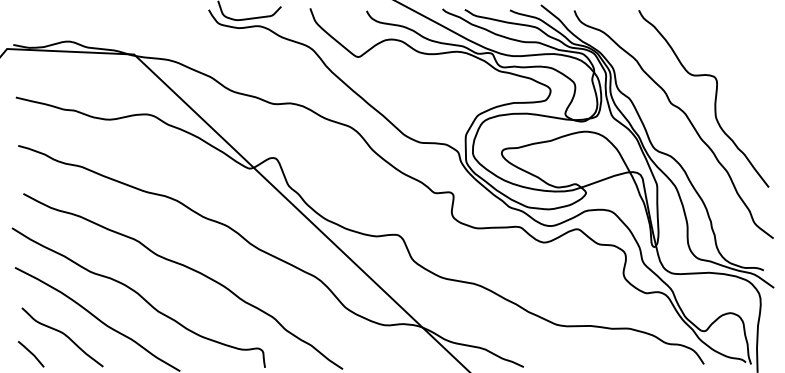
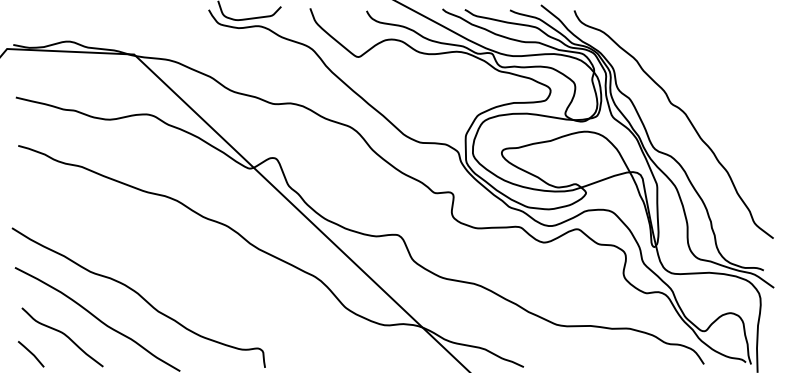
curve at (714, 99): present -> none
curve at (189, 269): present -> none
